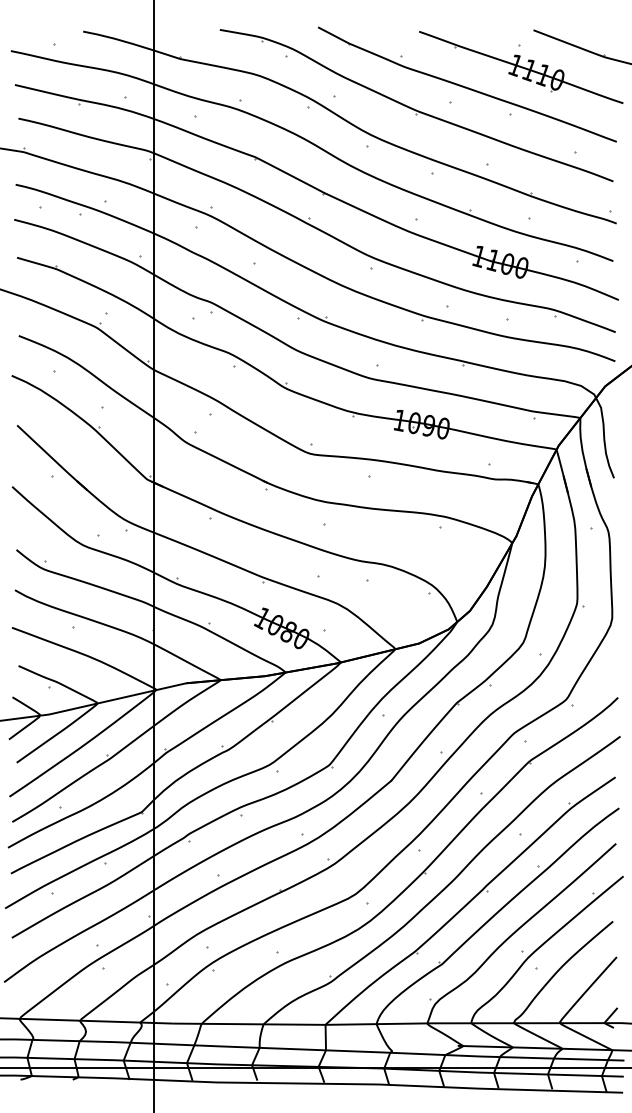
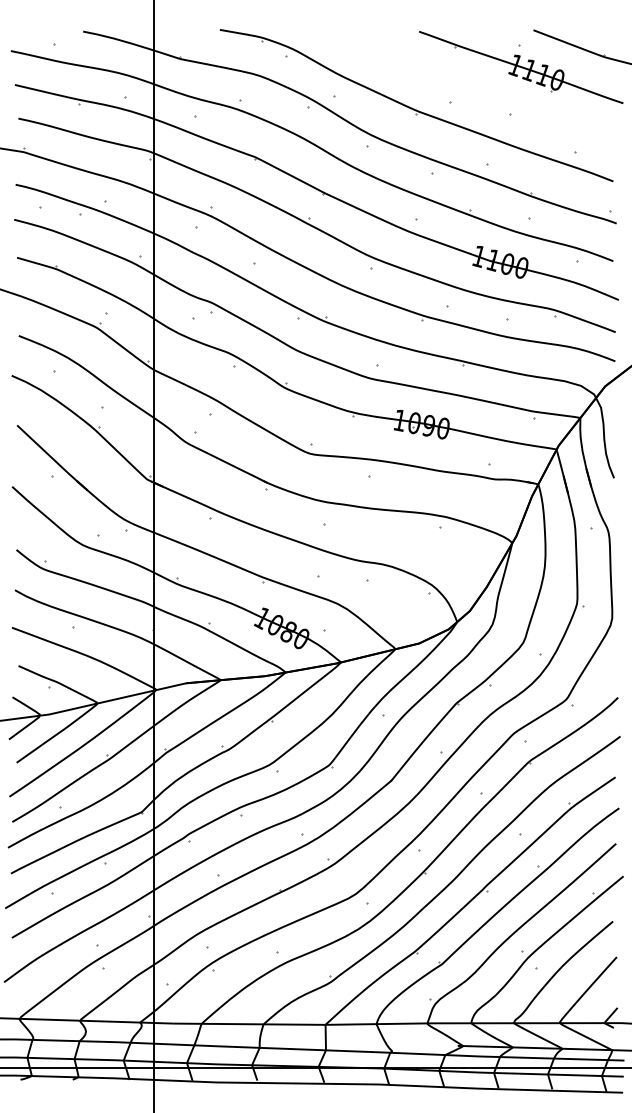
part at (467, 84): present -> none
